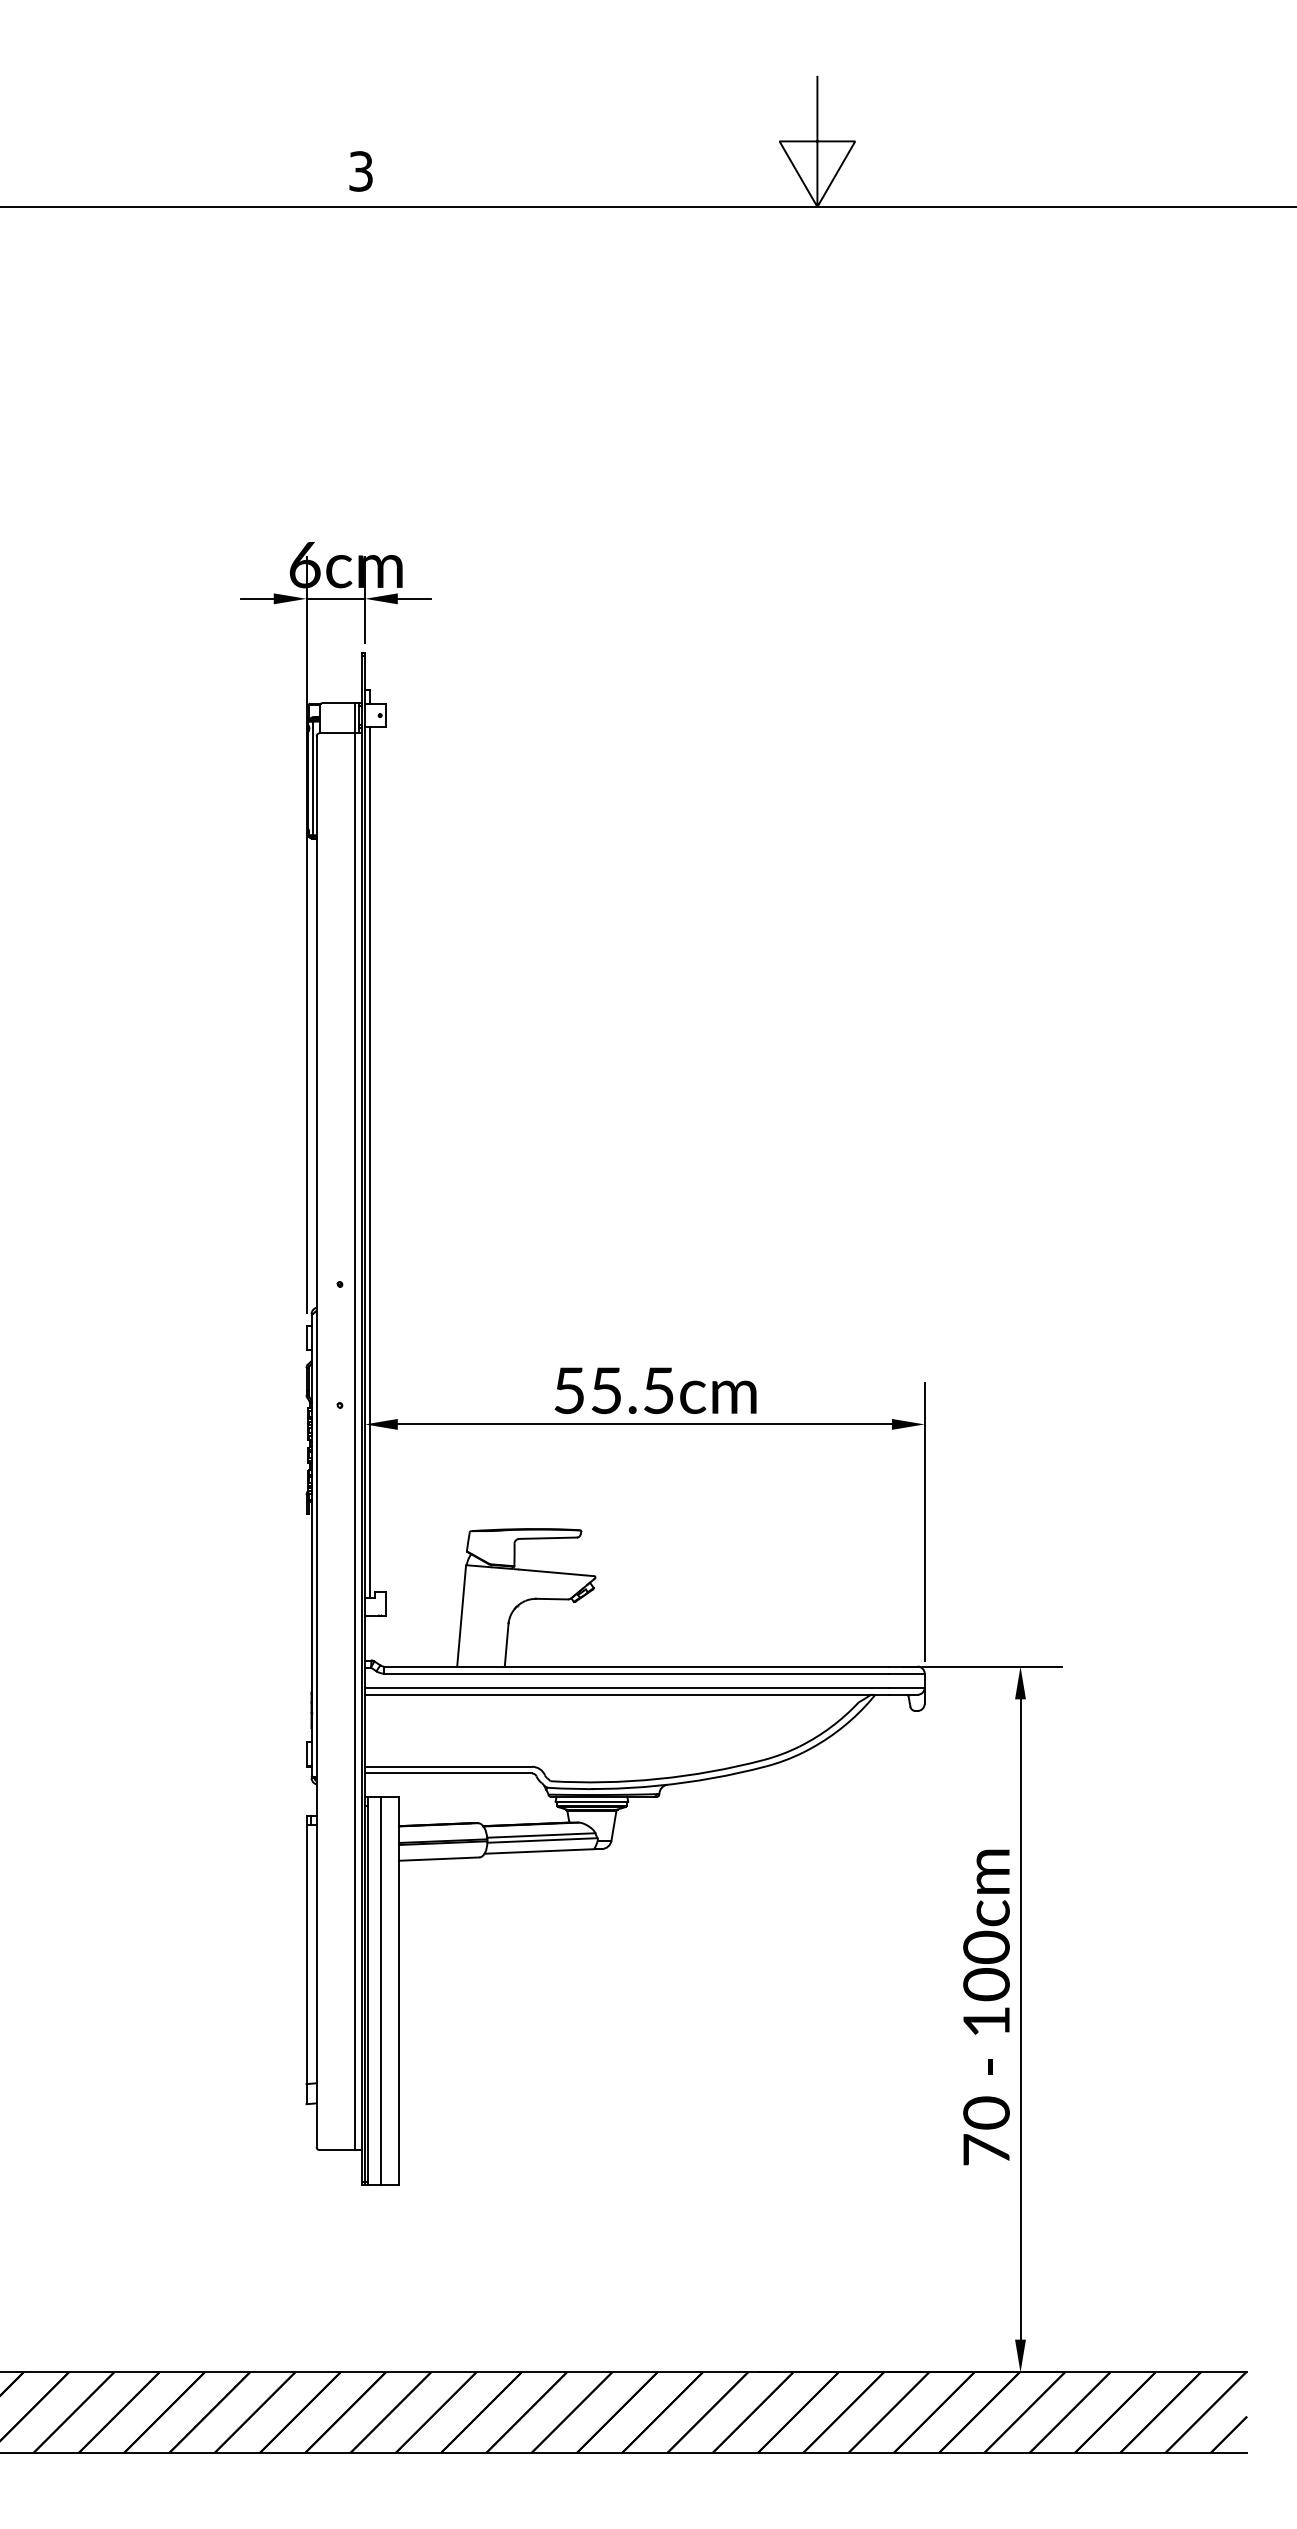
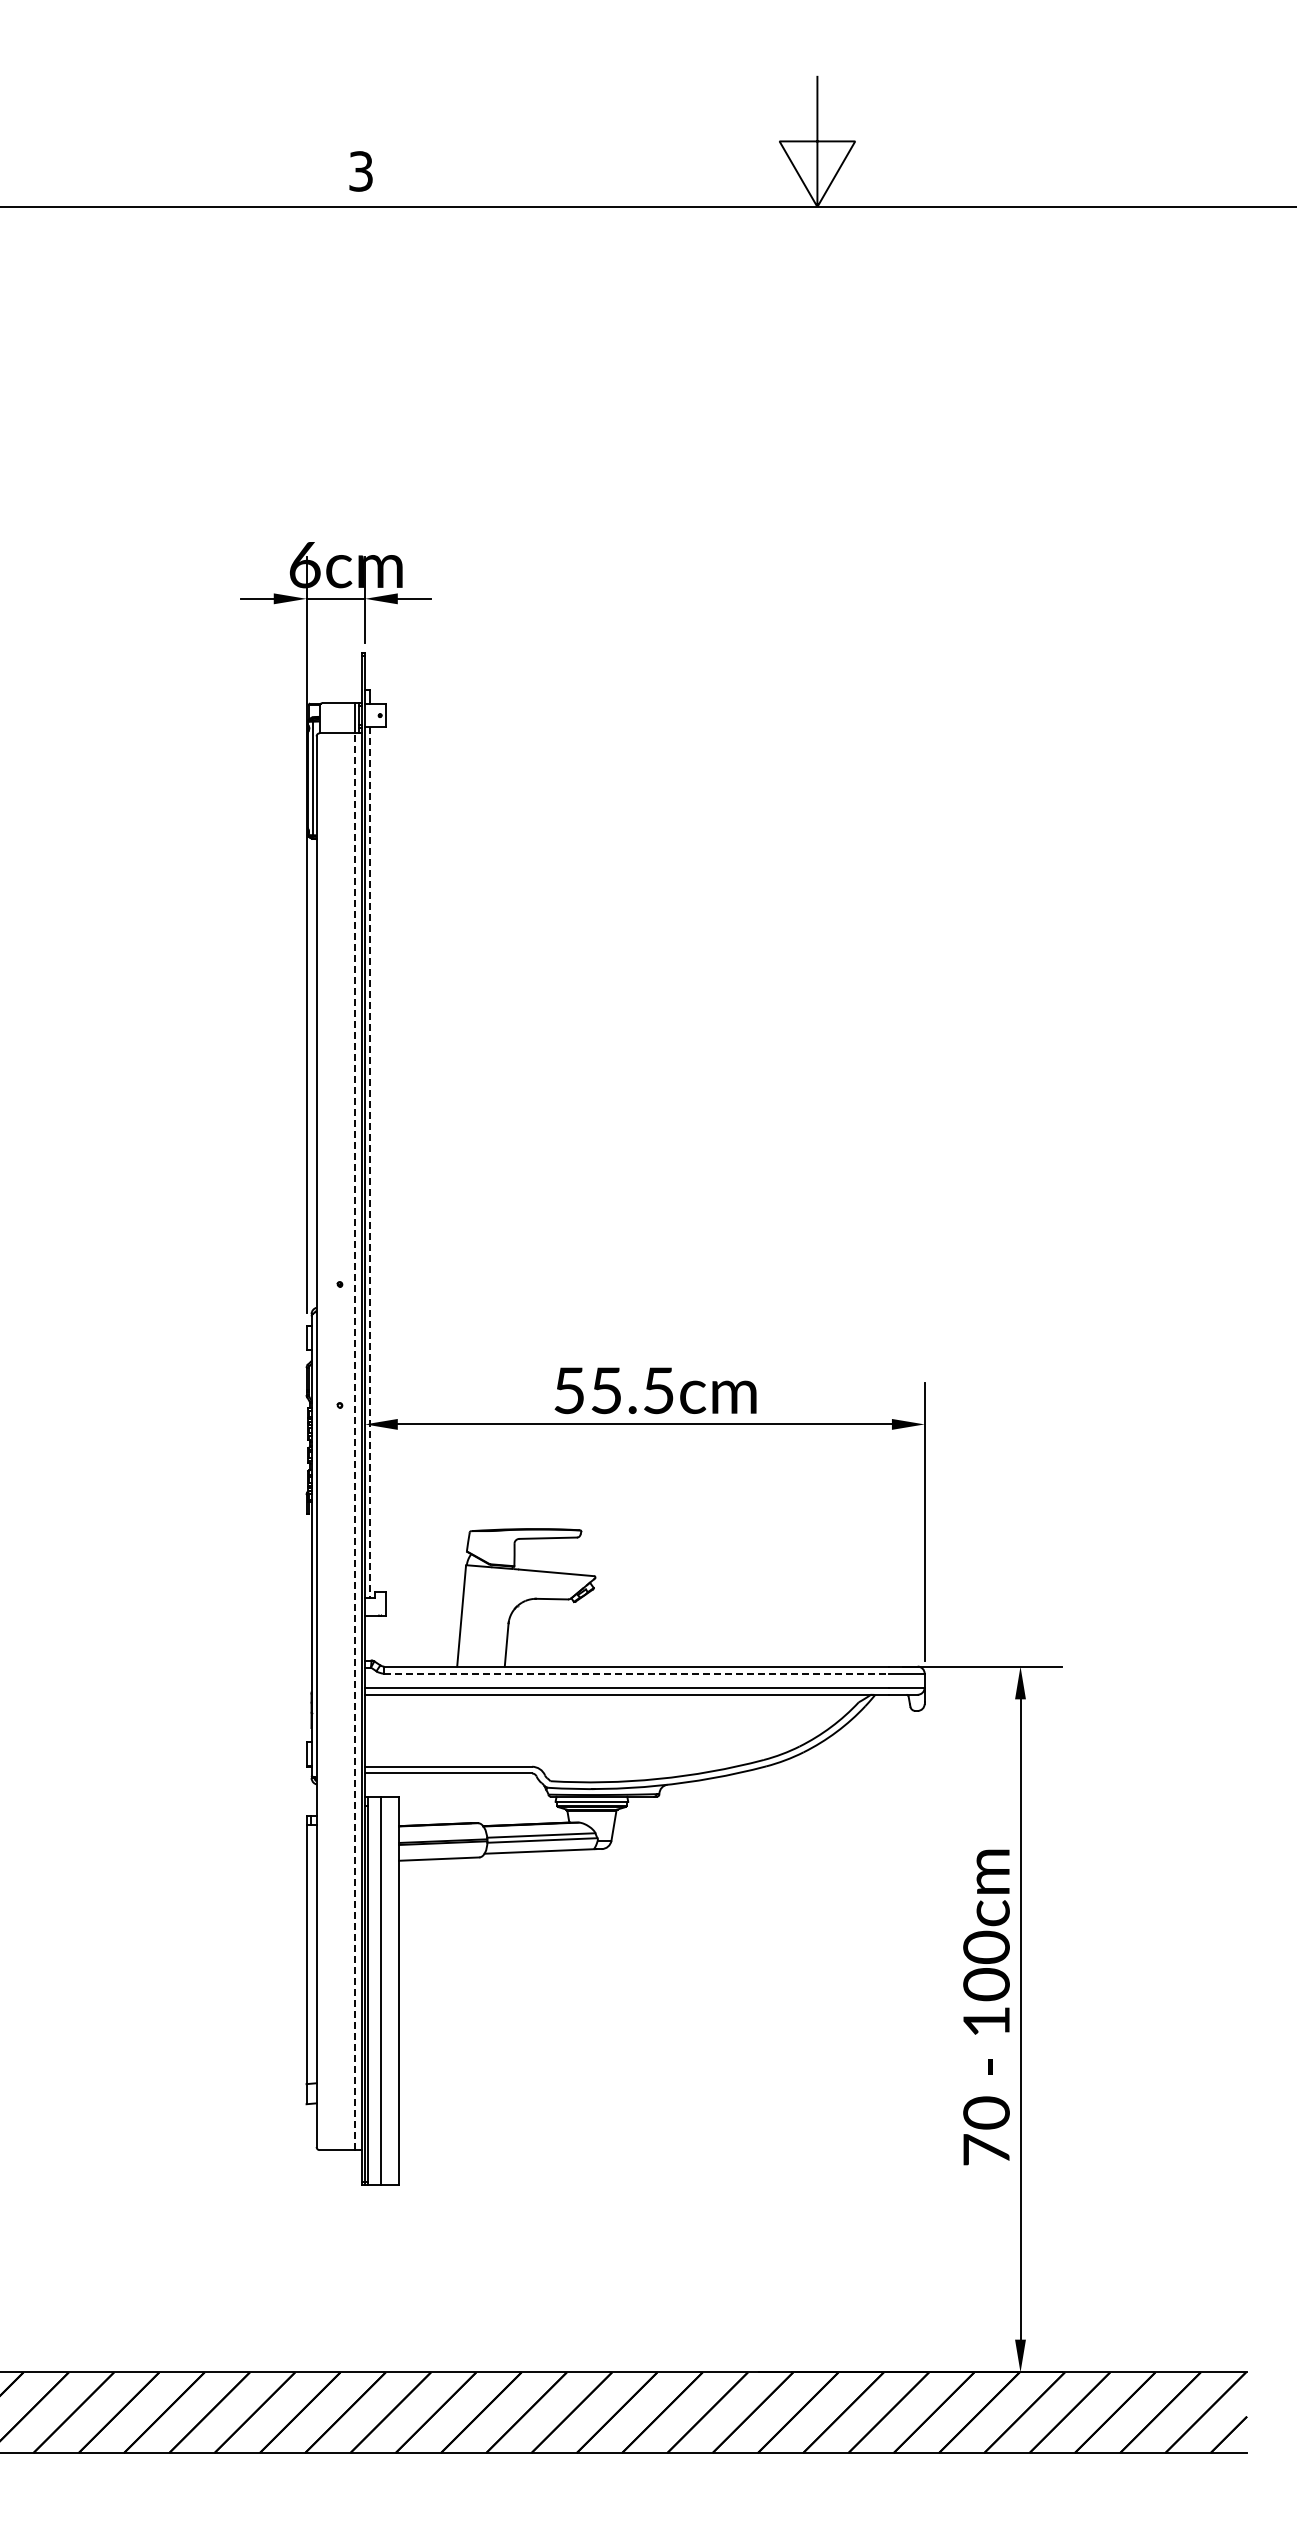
line at (370, 1162): solid -> dashed
line at (355, 1441): solid -> dashed
line at (636, 1673): solid -> dashed
